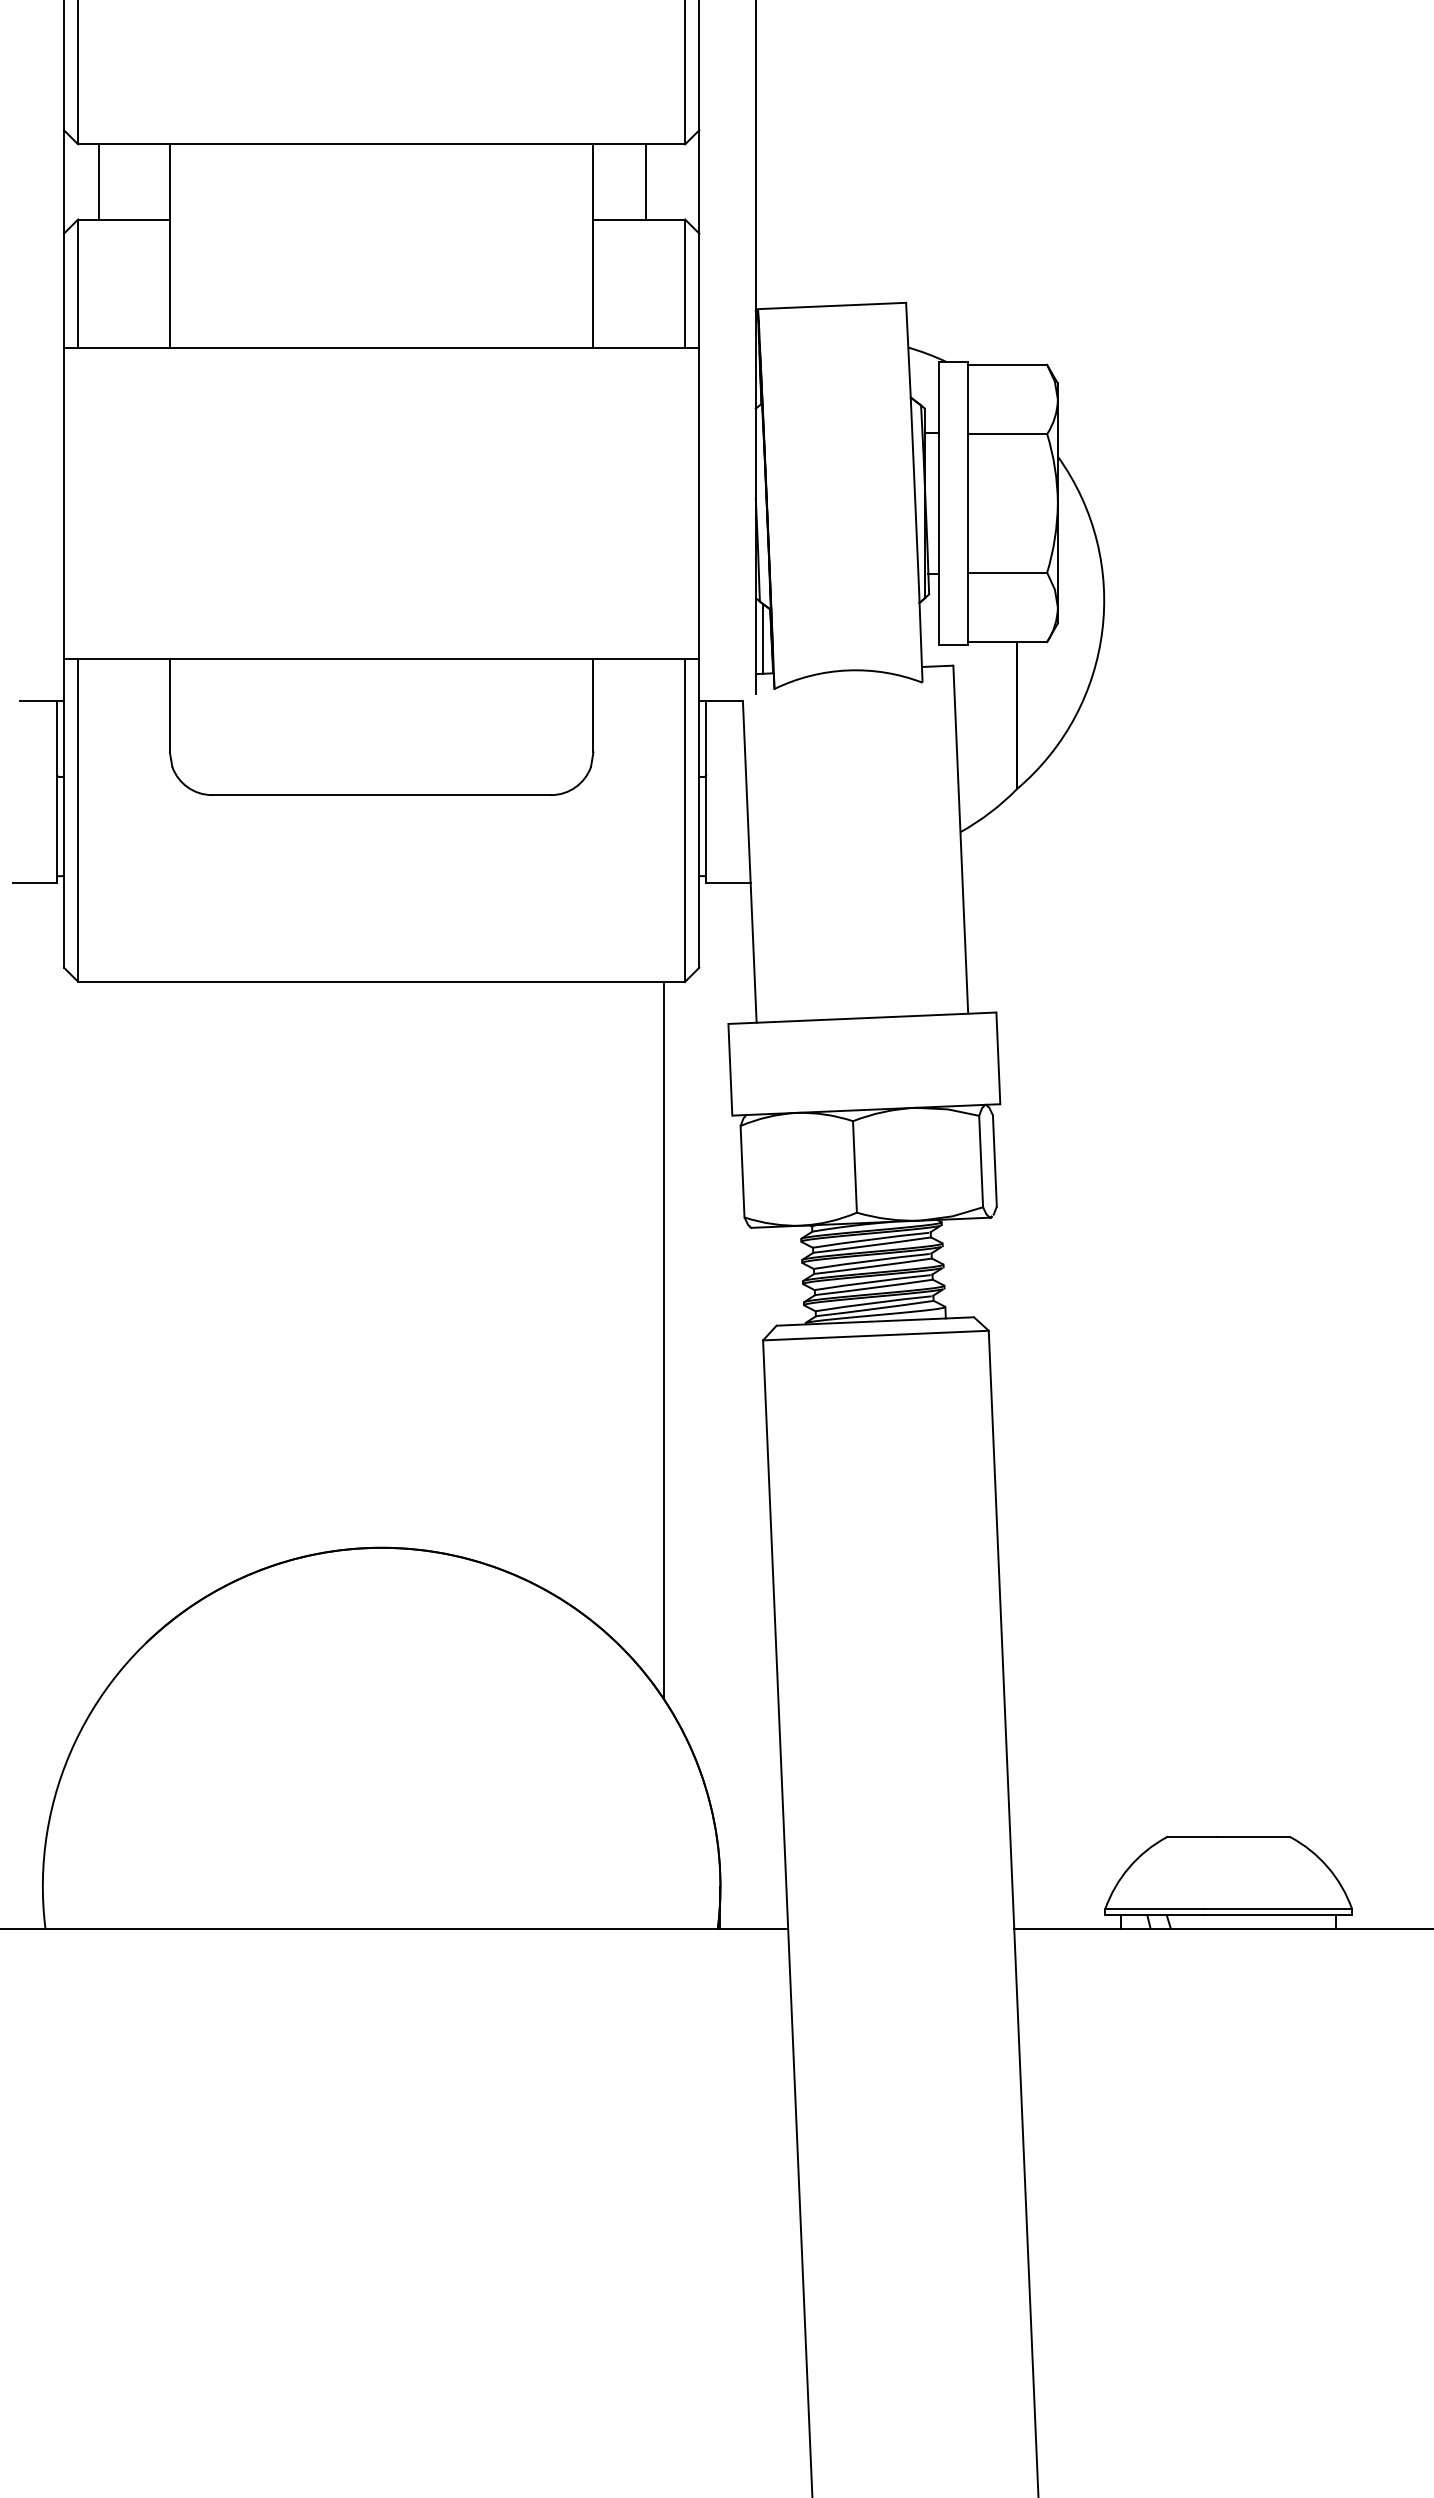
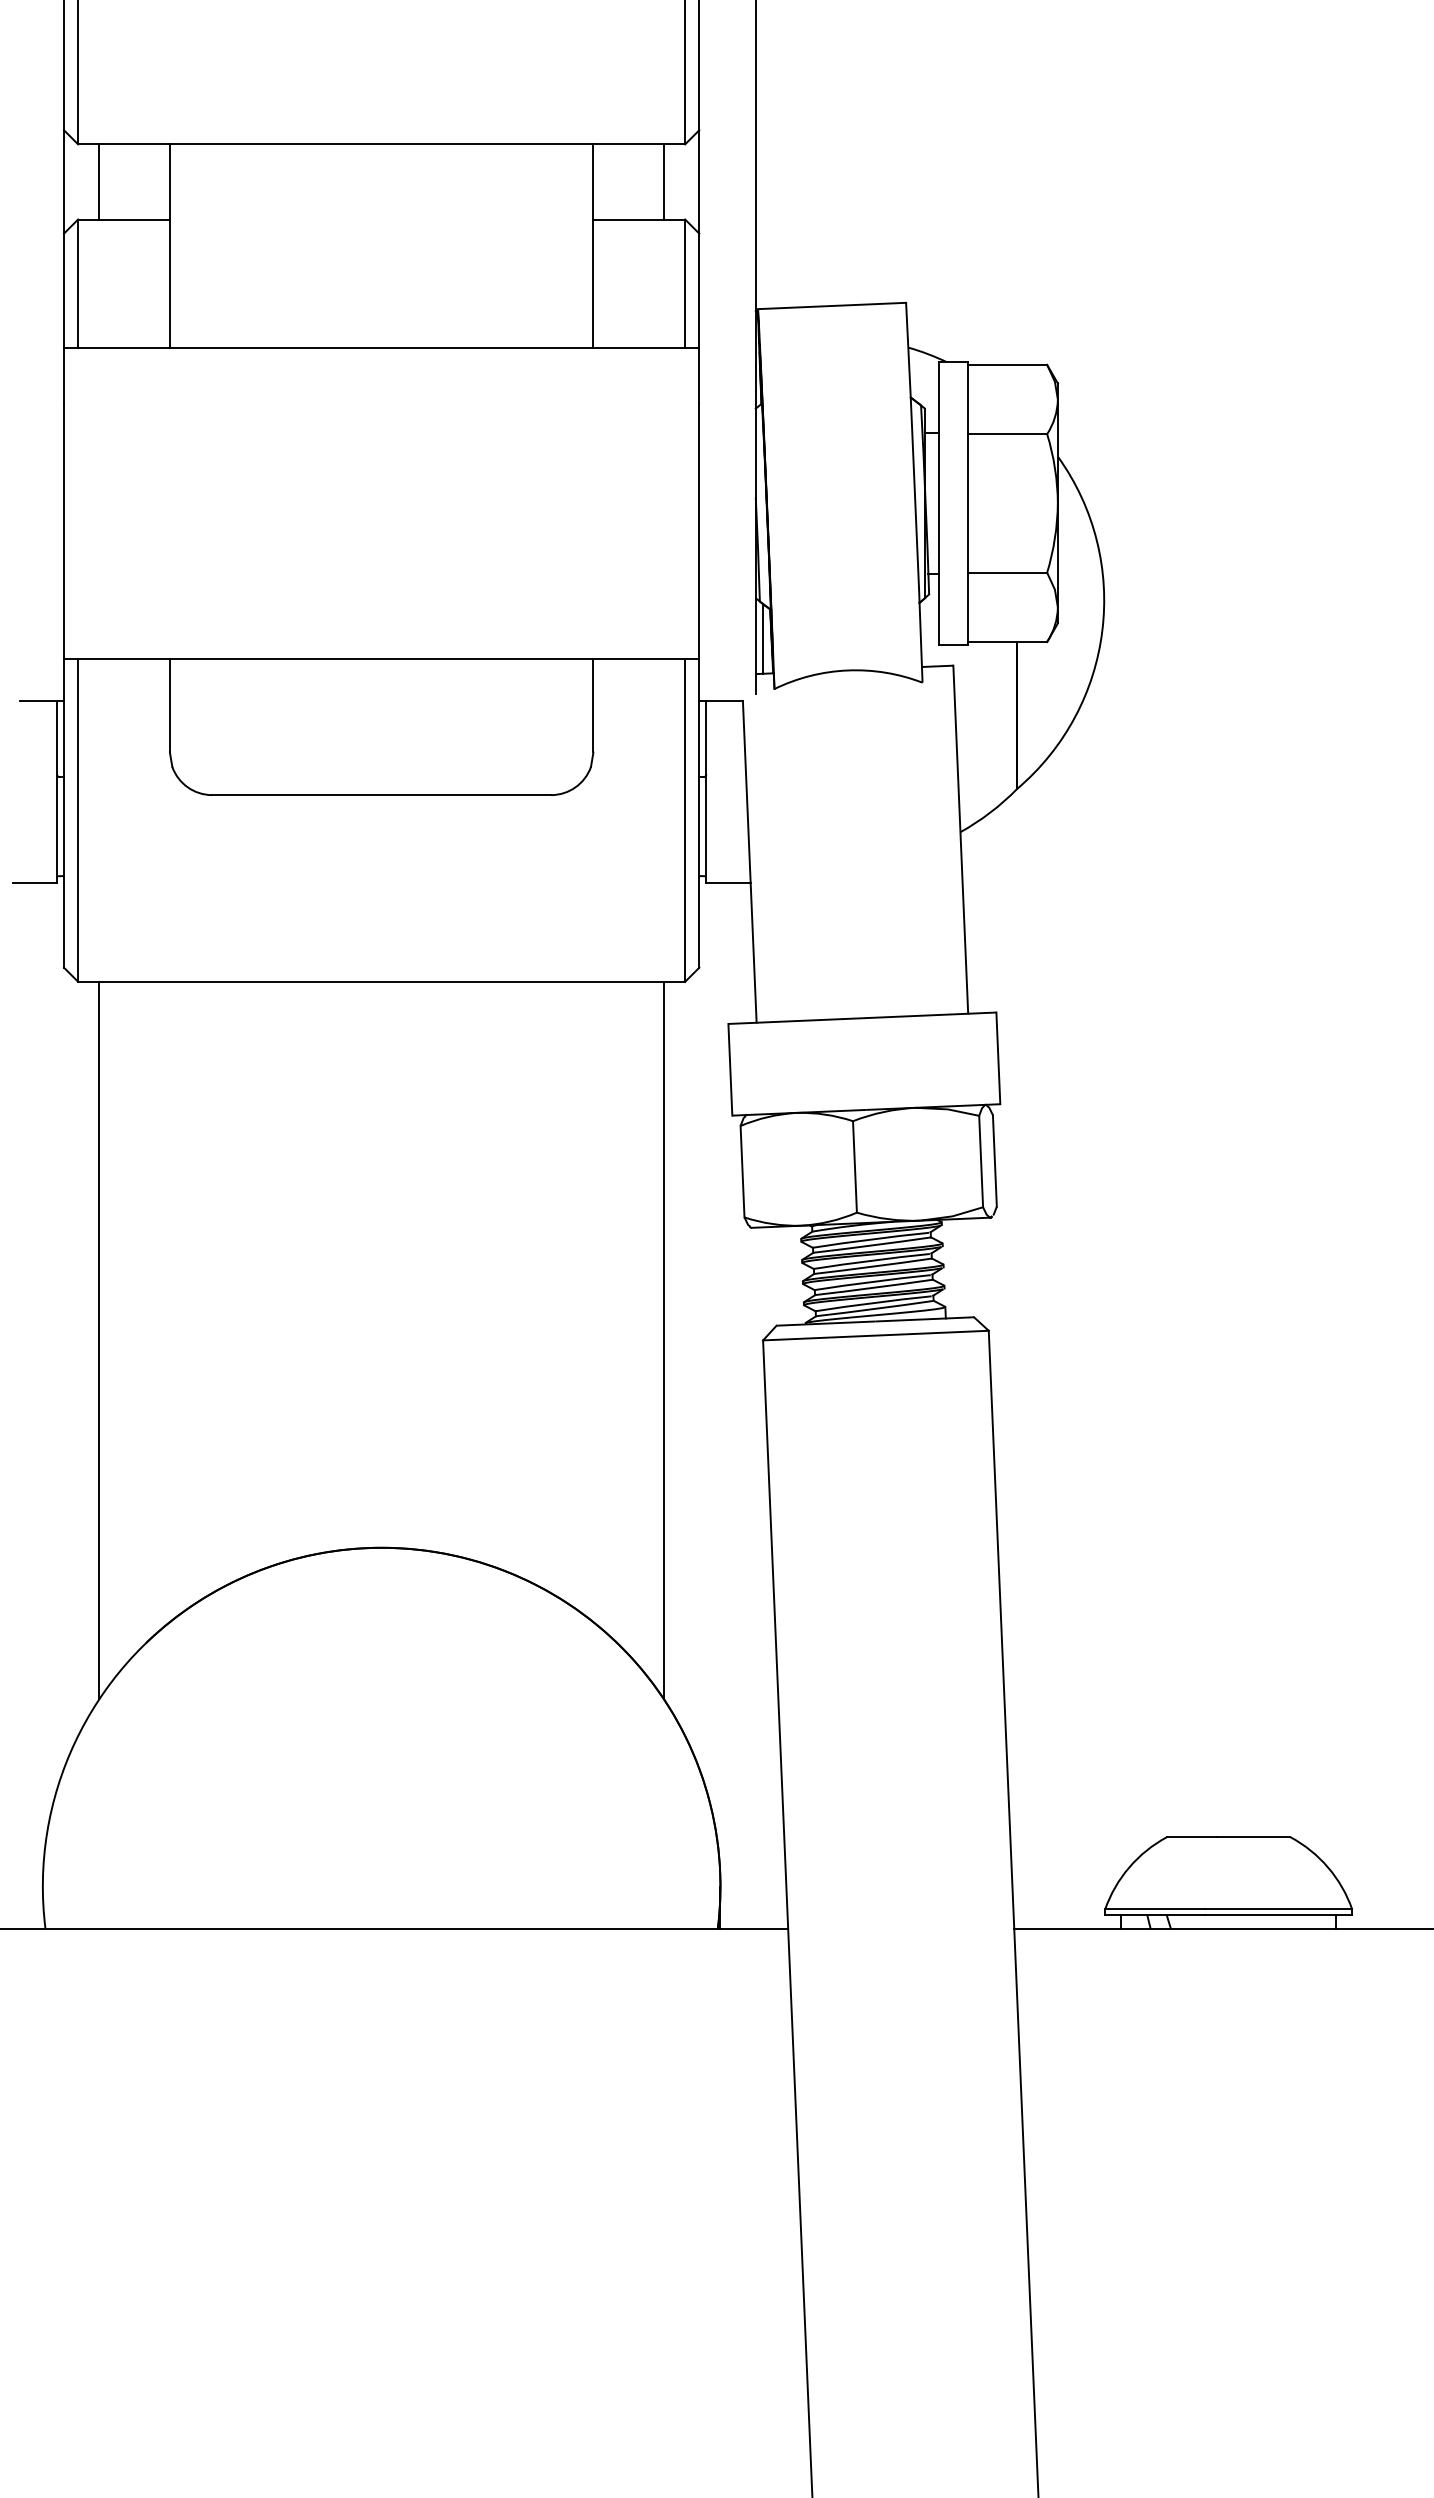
line at (646, 181) position: (646, 181) -> (664, 181)
line at (99, 1340): none -> present
